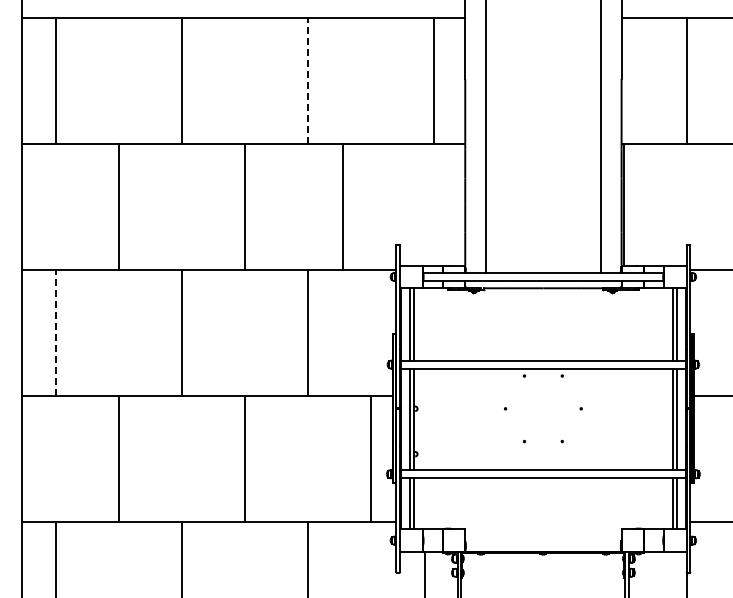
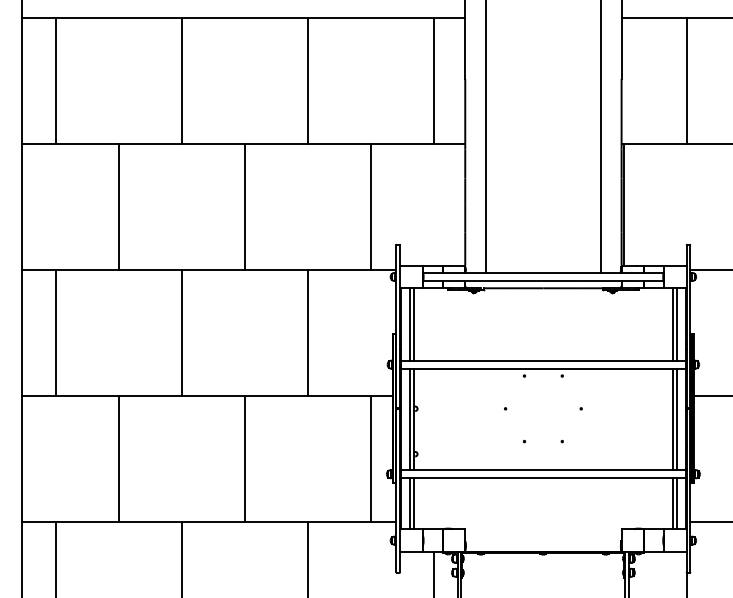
line at (308, 80): dashed -> solid
line at (343, 207) position: (343, 207) -> (371, 207)
line at (56, 332): dashed -> solid
line at (425, 573) position: (425, 573) -> (434, 573)
